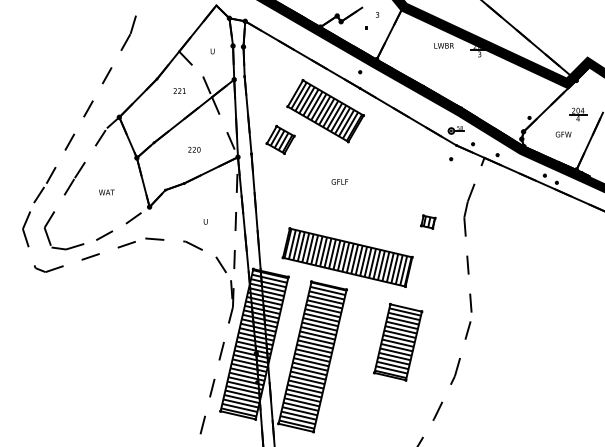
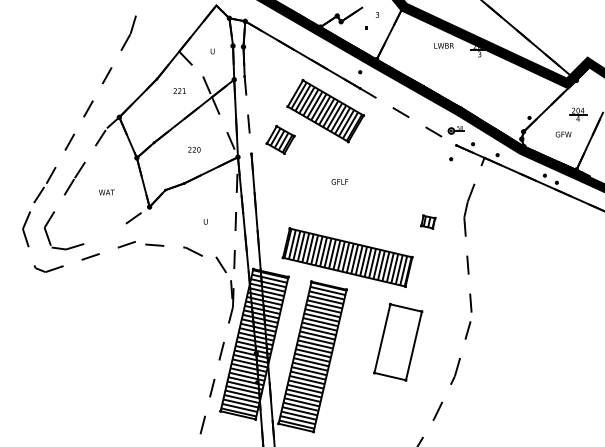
line at (247, 115): present -> none
line at (408, 116): present -> none
line at (104, 235): present -> none
part at (164, 240) position: (164, 240) -> (164, 246)
hatch at (397, 343): present -> none
